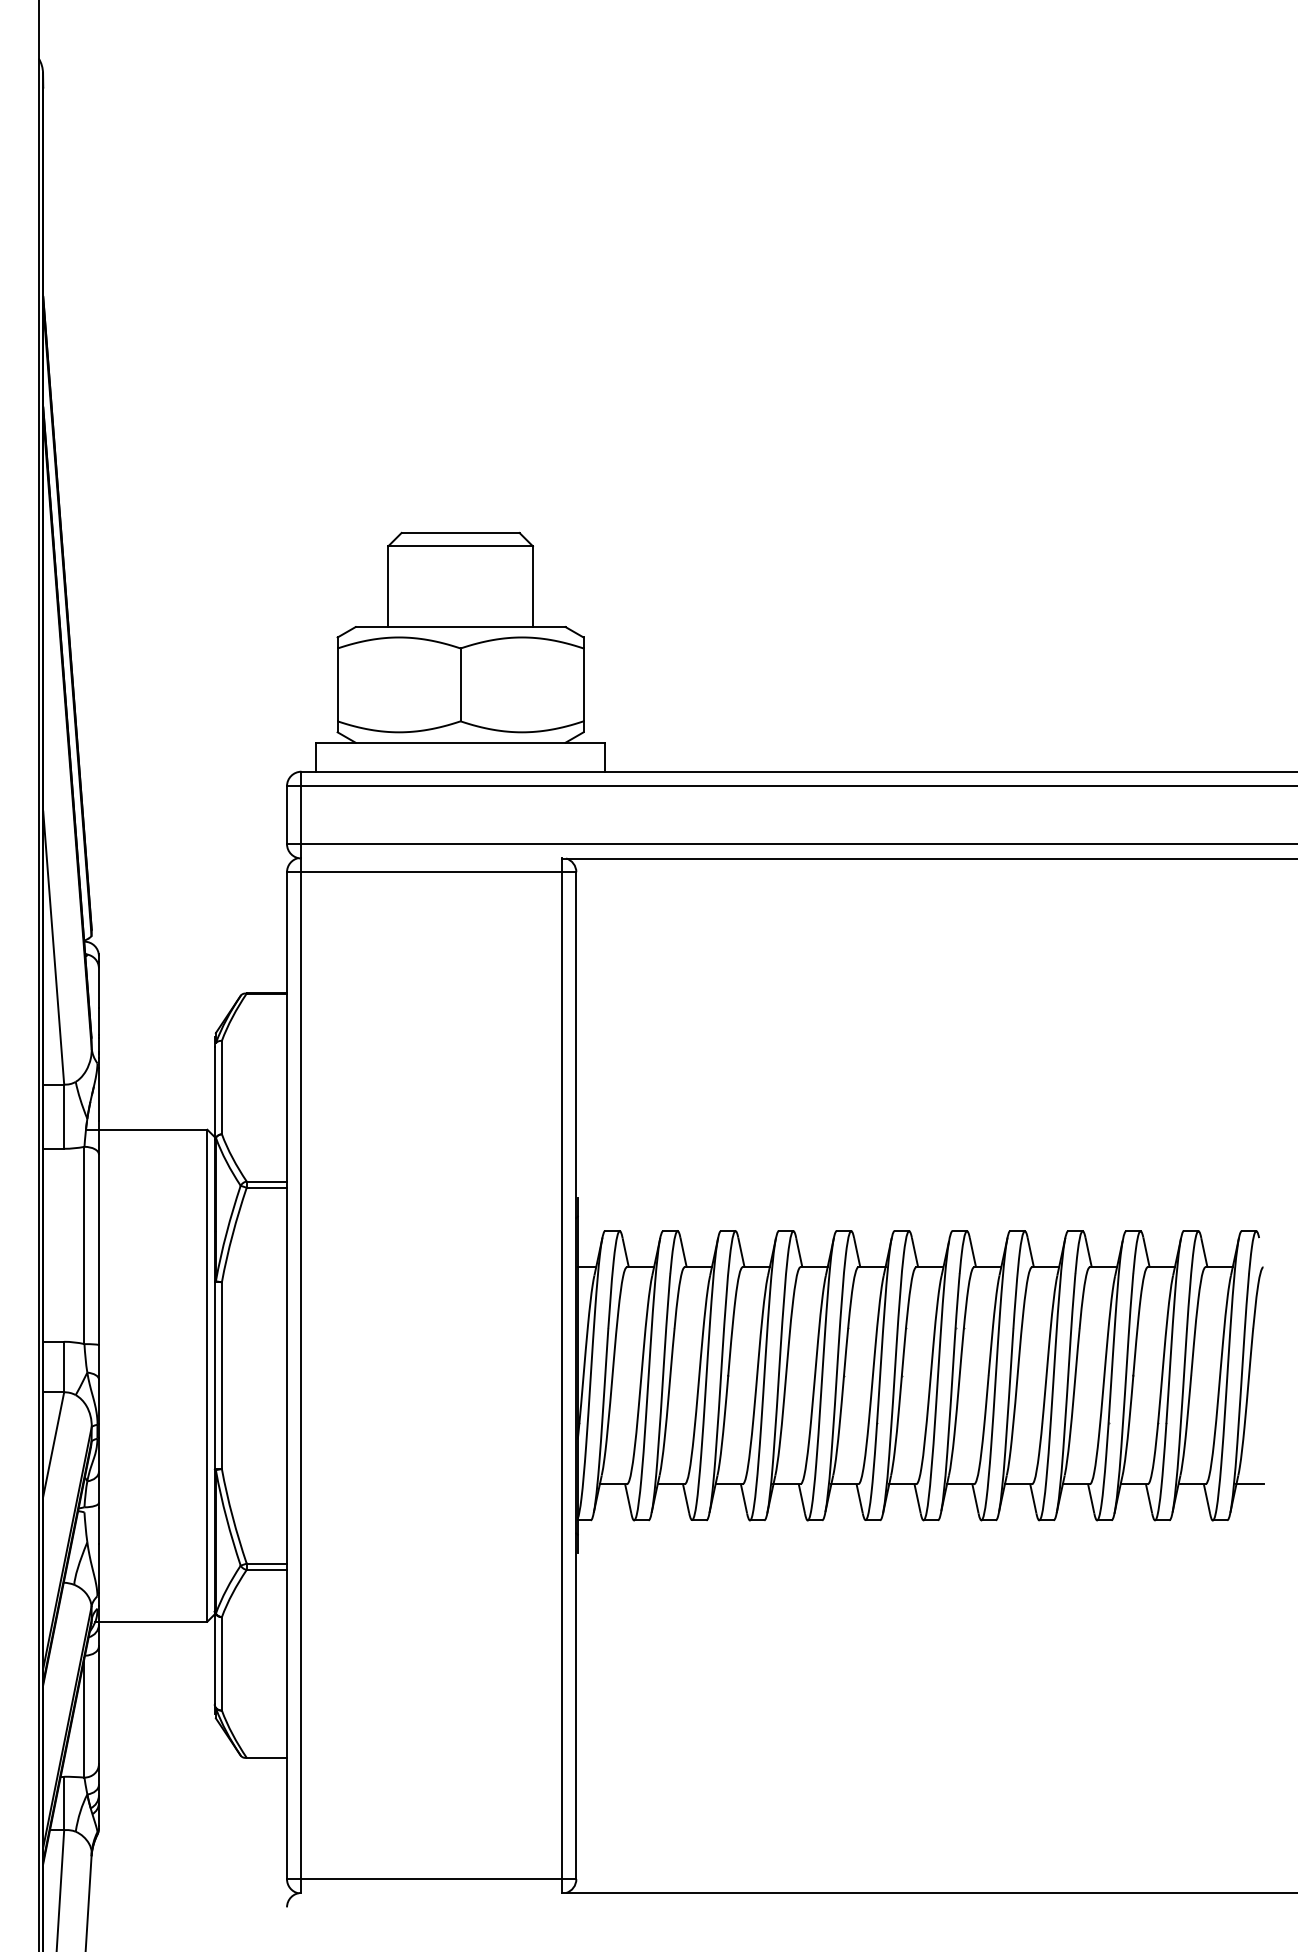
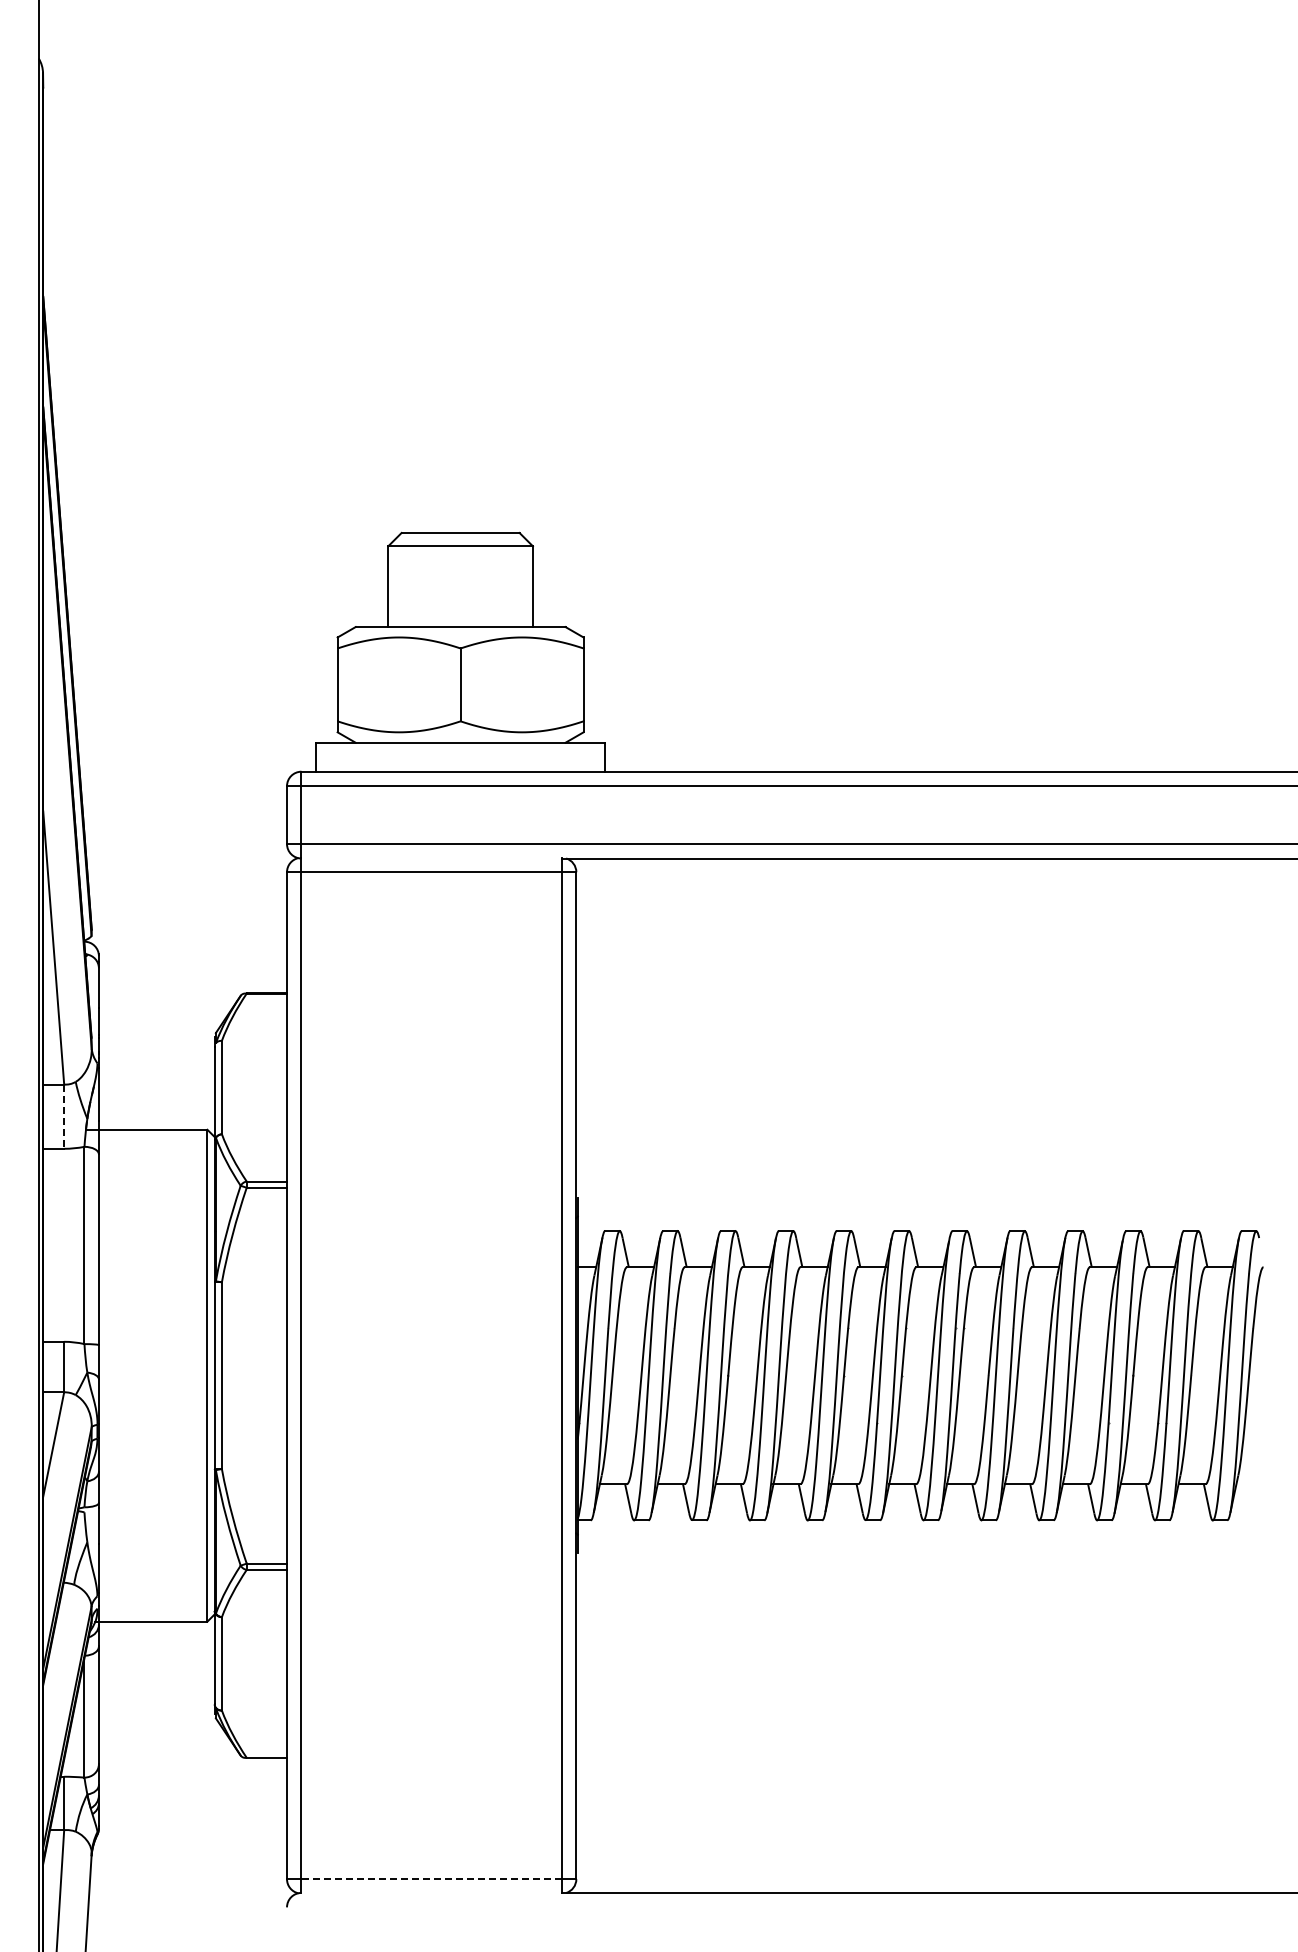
line at (64, 1117): solid -> dashed
line at (1249, 1484): present -> none
line at (431, 1879): solid -> dashed
